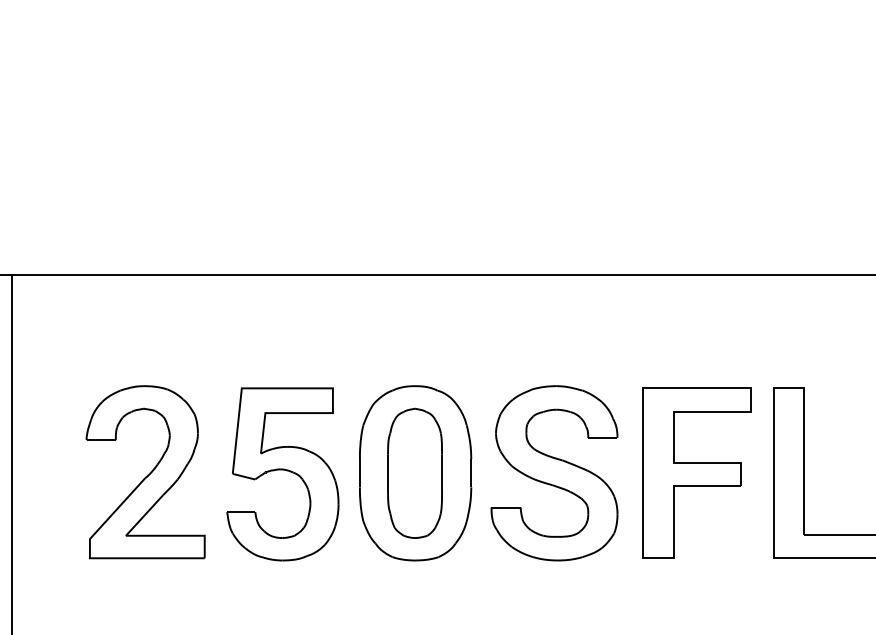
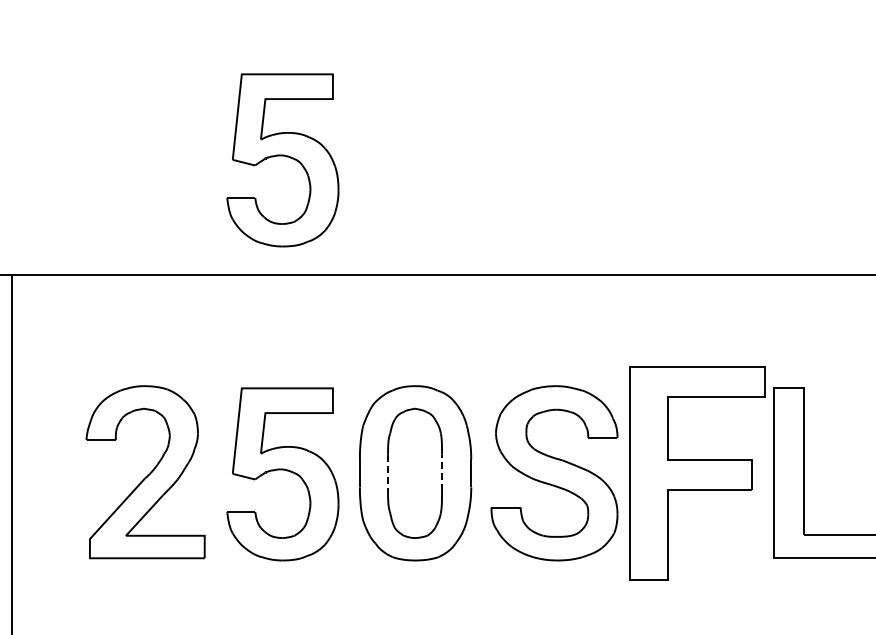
part at (282, 160): none -> present
line at (388, 472): solid -> dashed
line at (442, 472): solid -> dashed
part at (696, 472) size: 110x172 px -> 137x215 px
